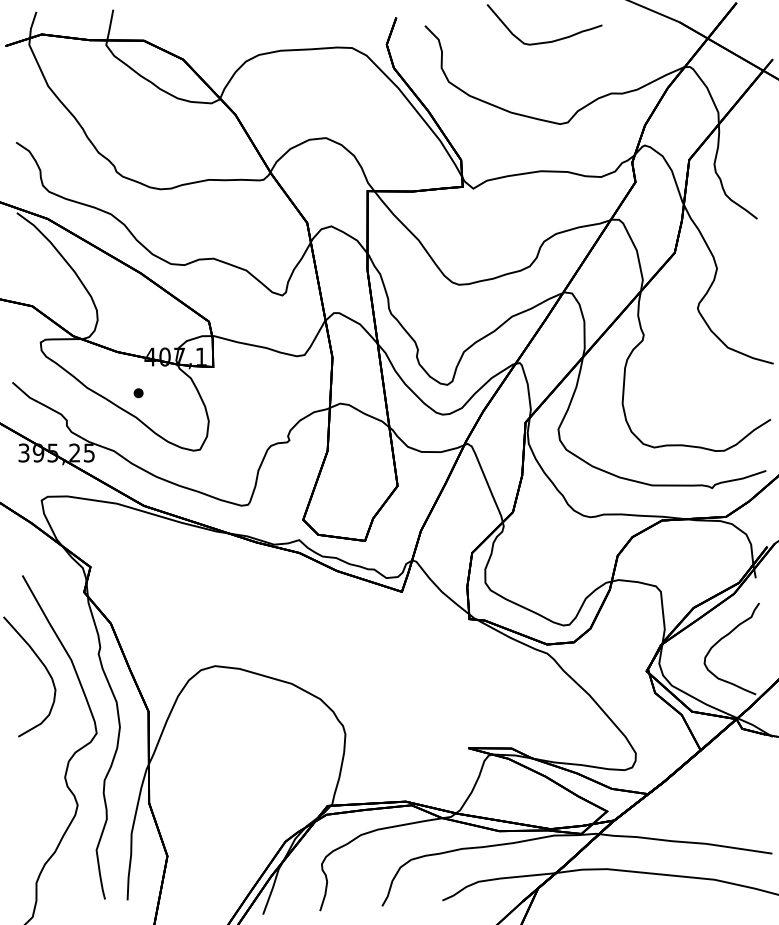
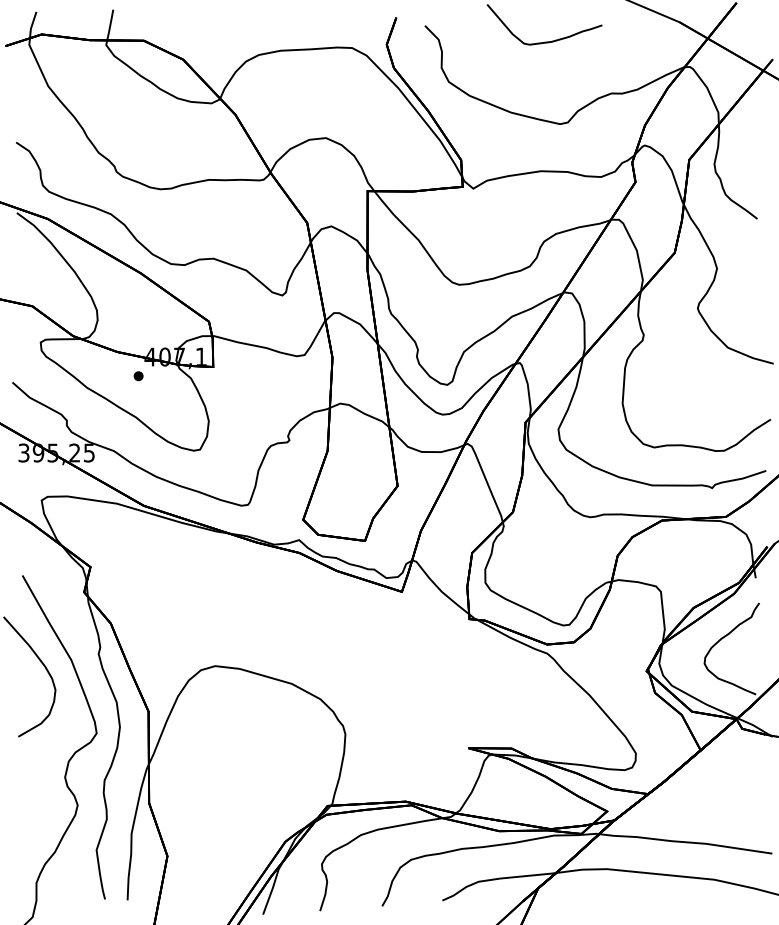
part at (138, 393) position: (138, 393) -> (138, 376)
